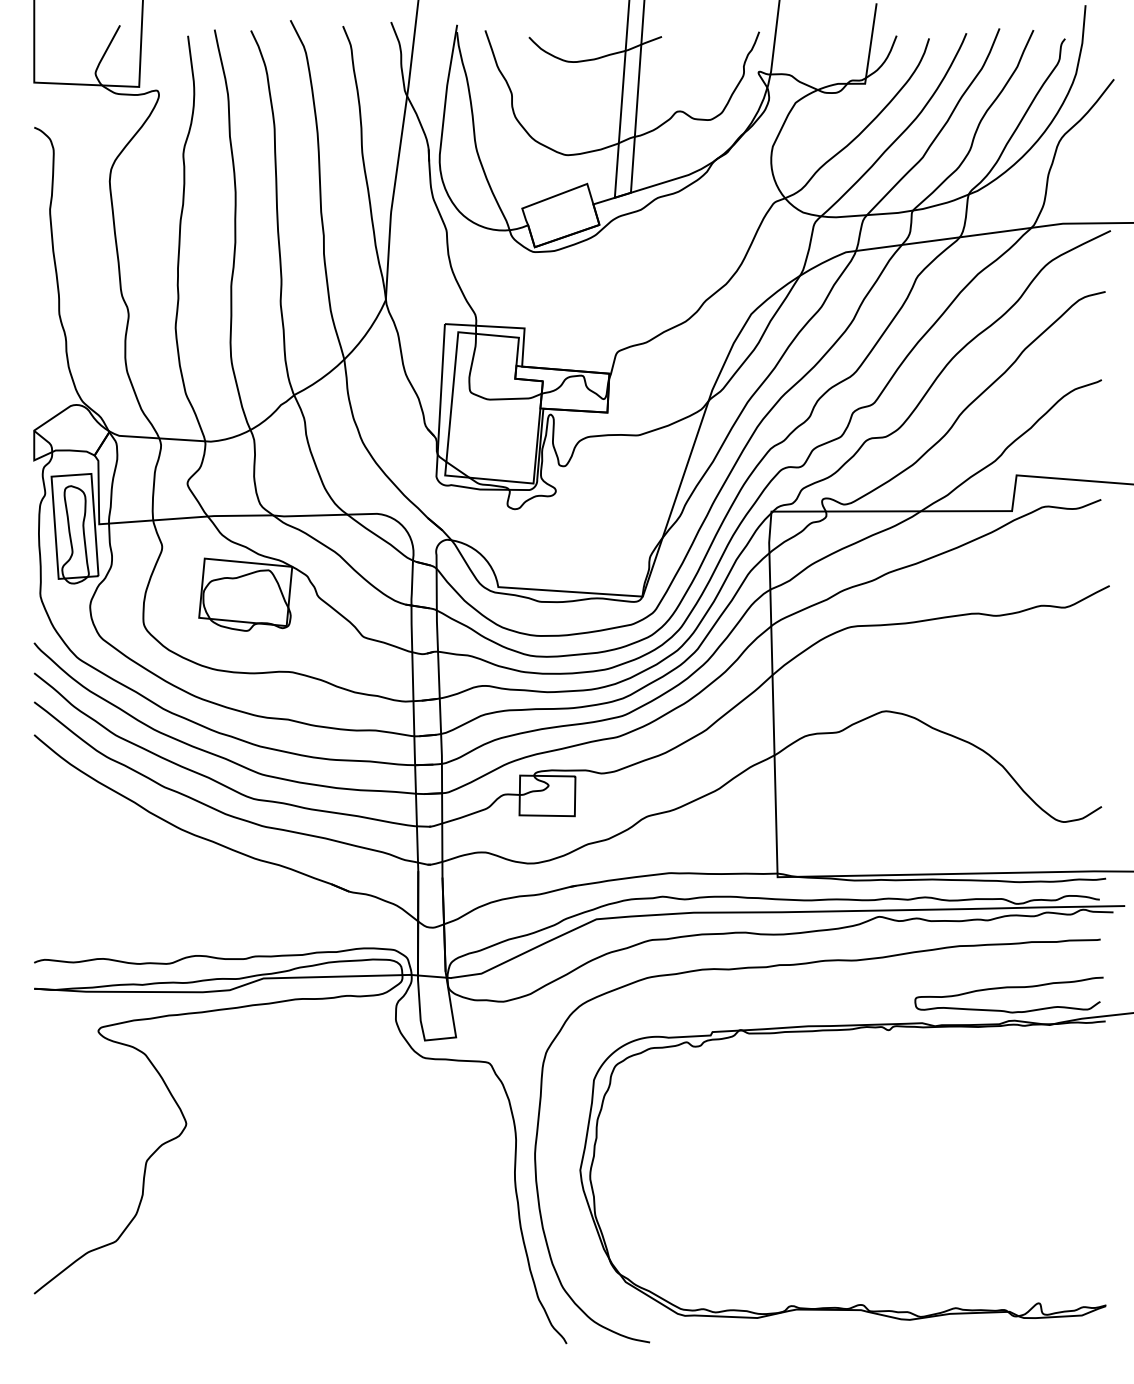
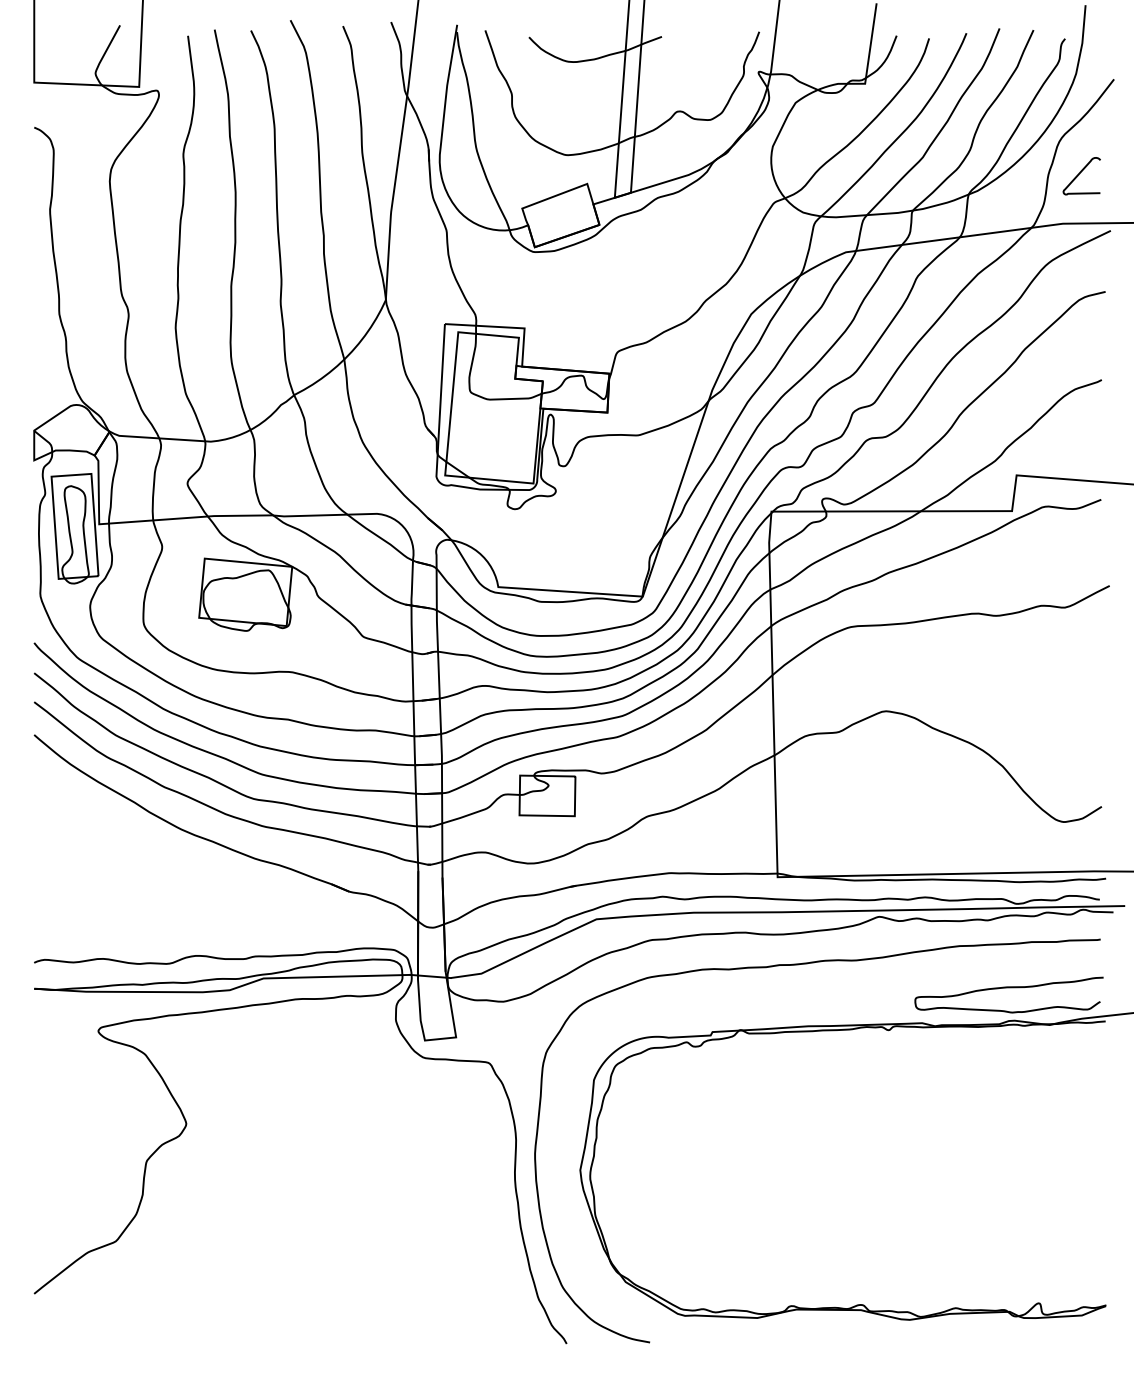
curve at (1079, 174): none -> present
